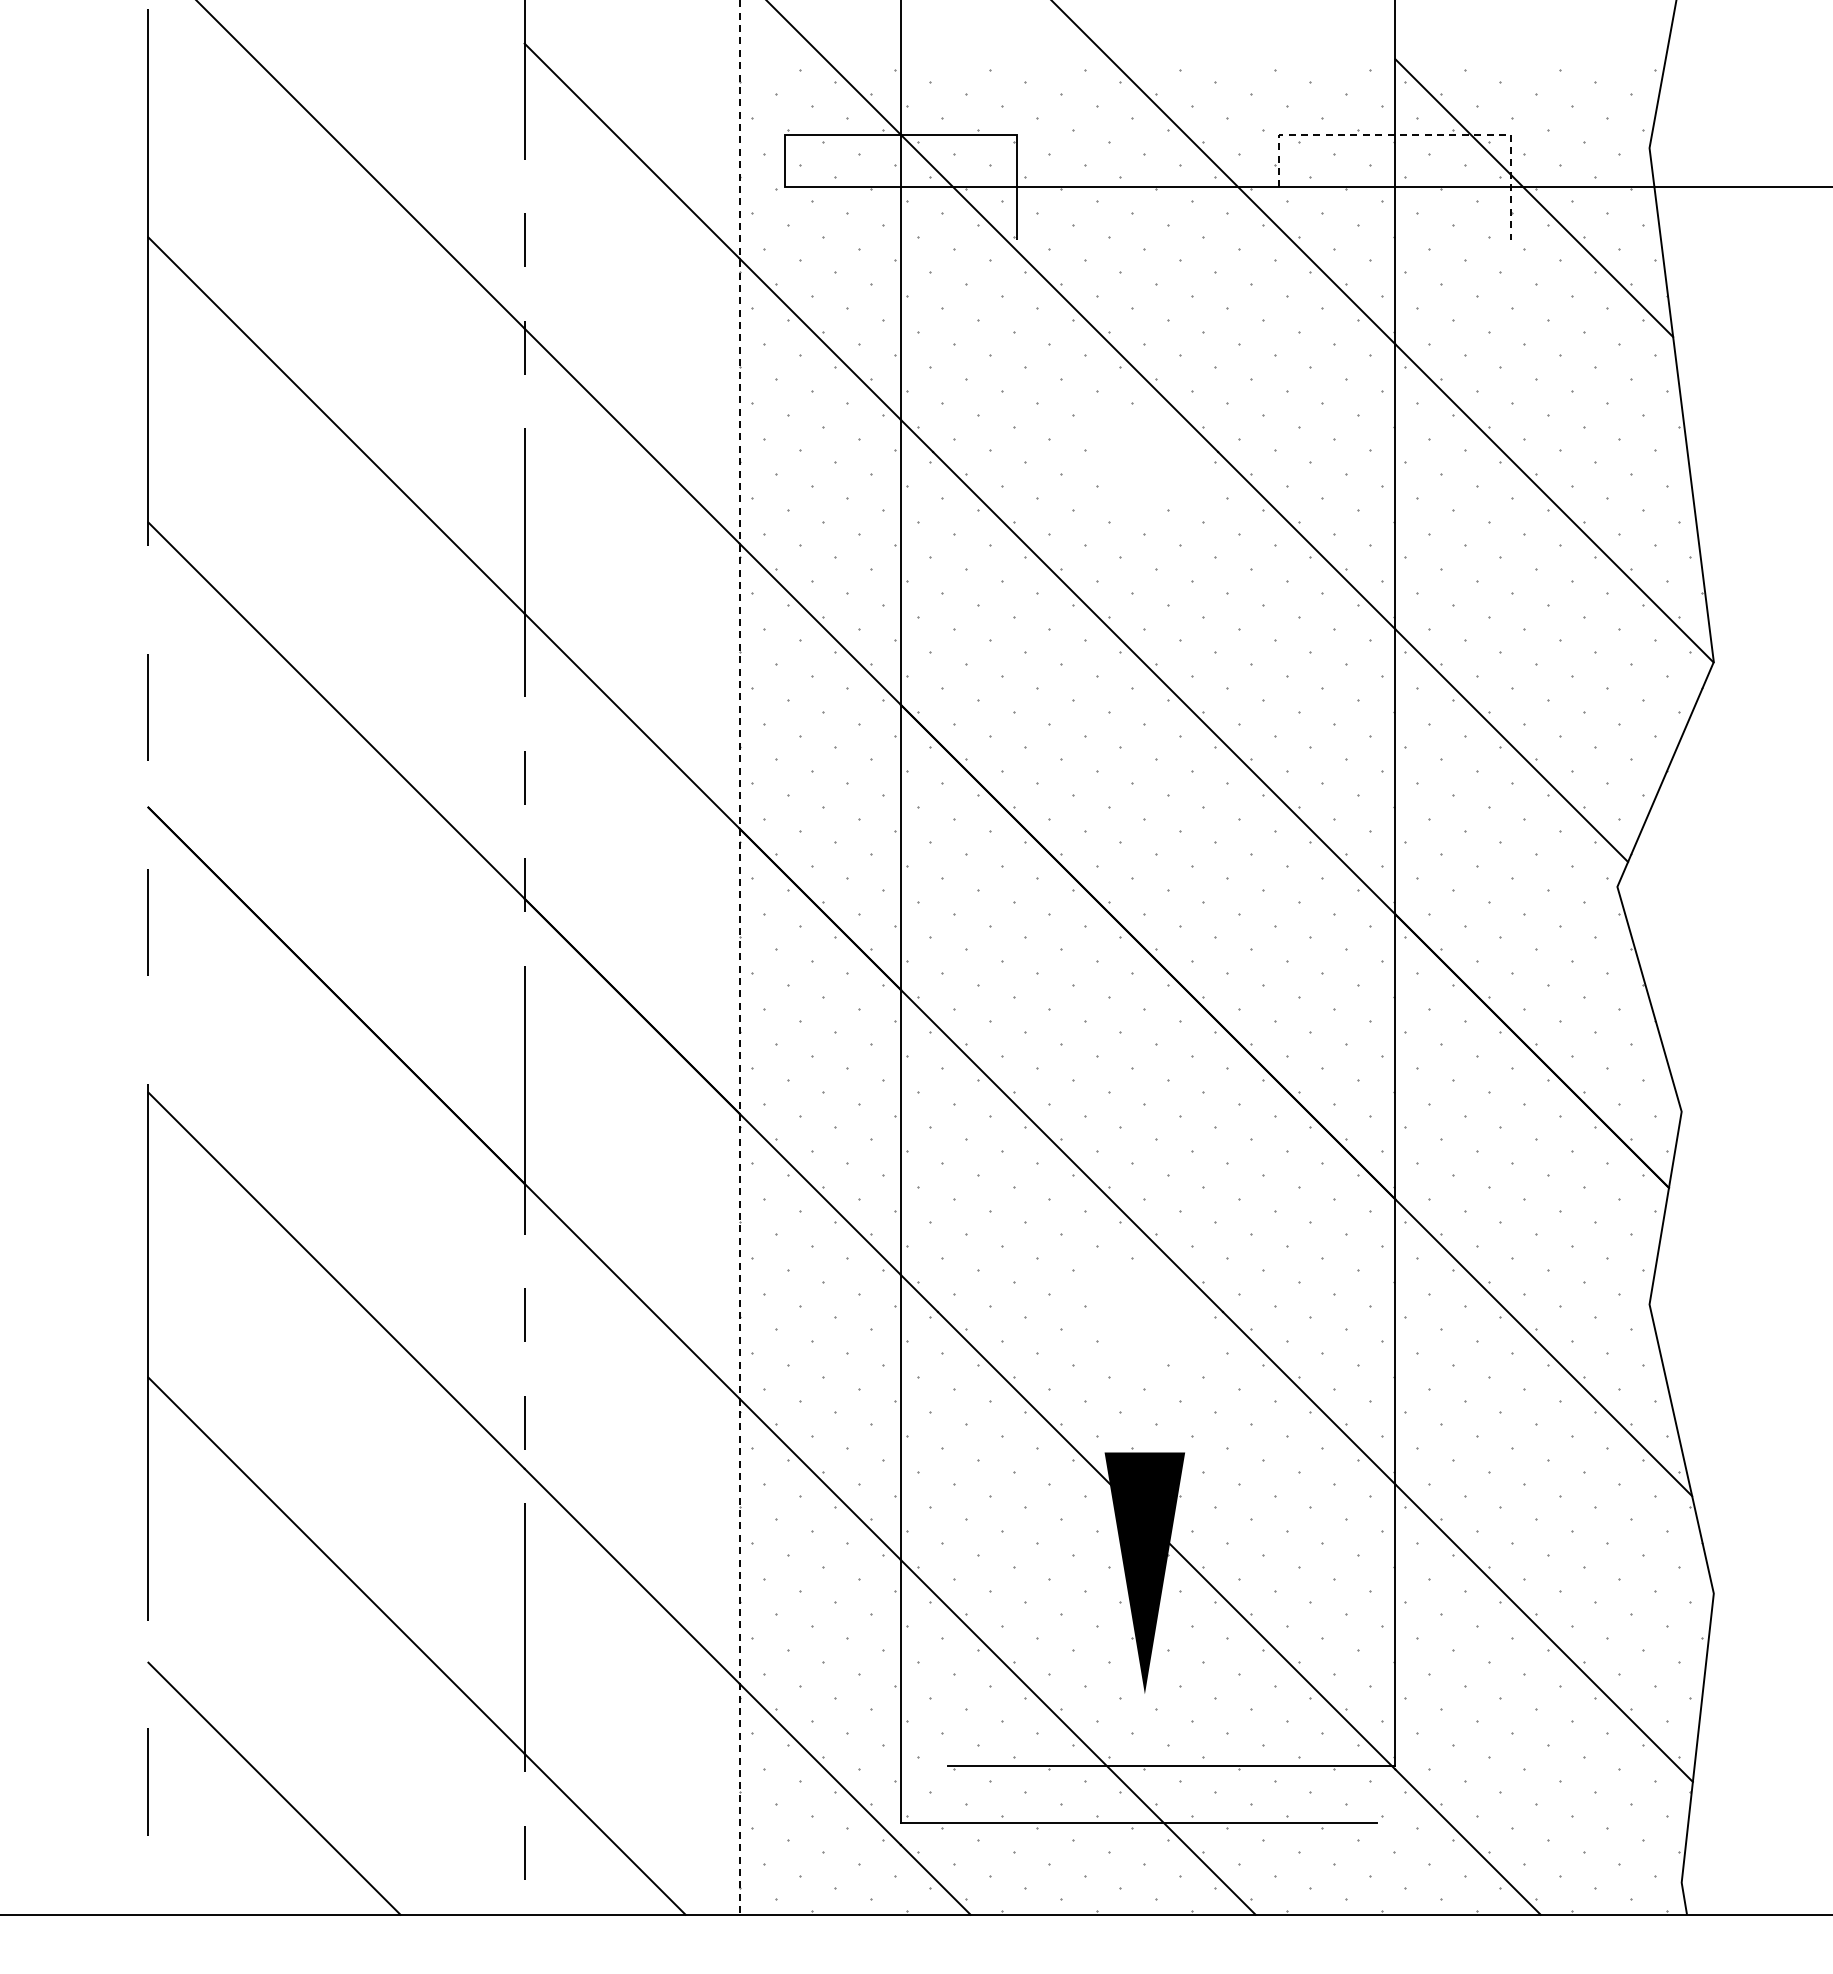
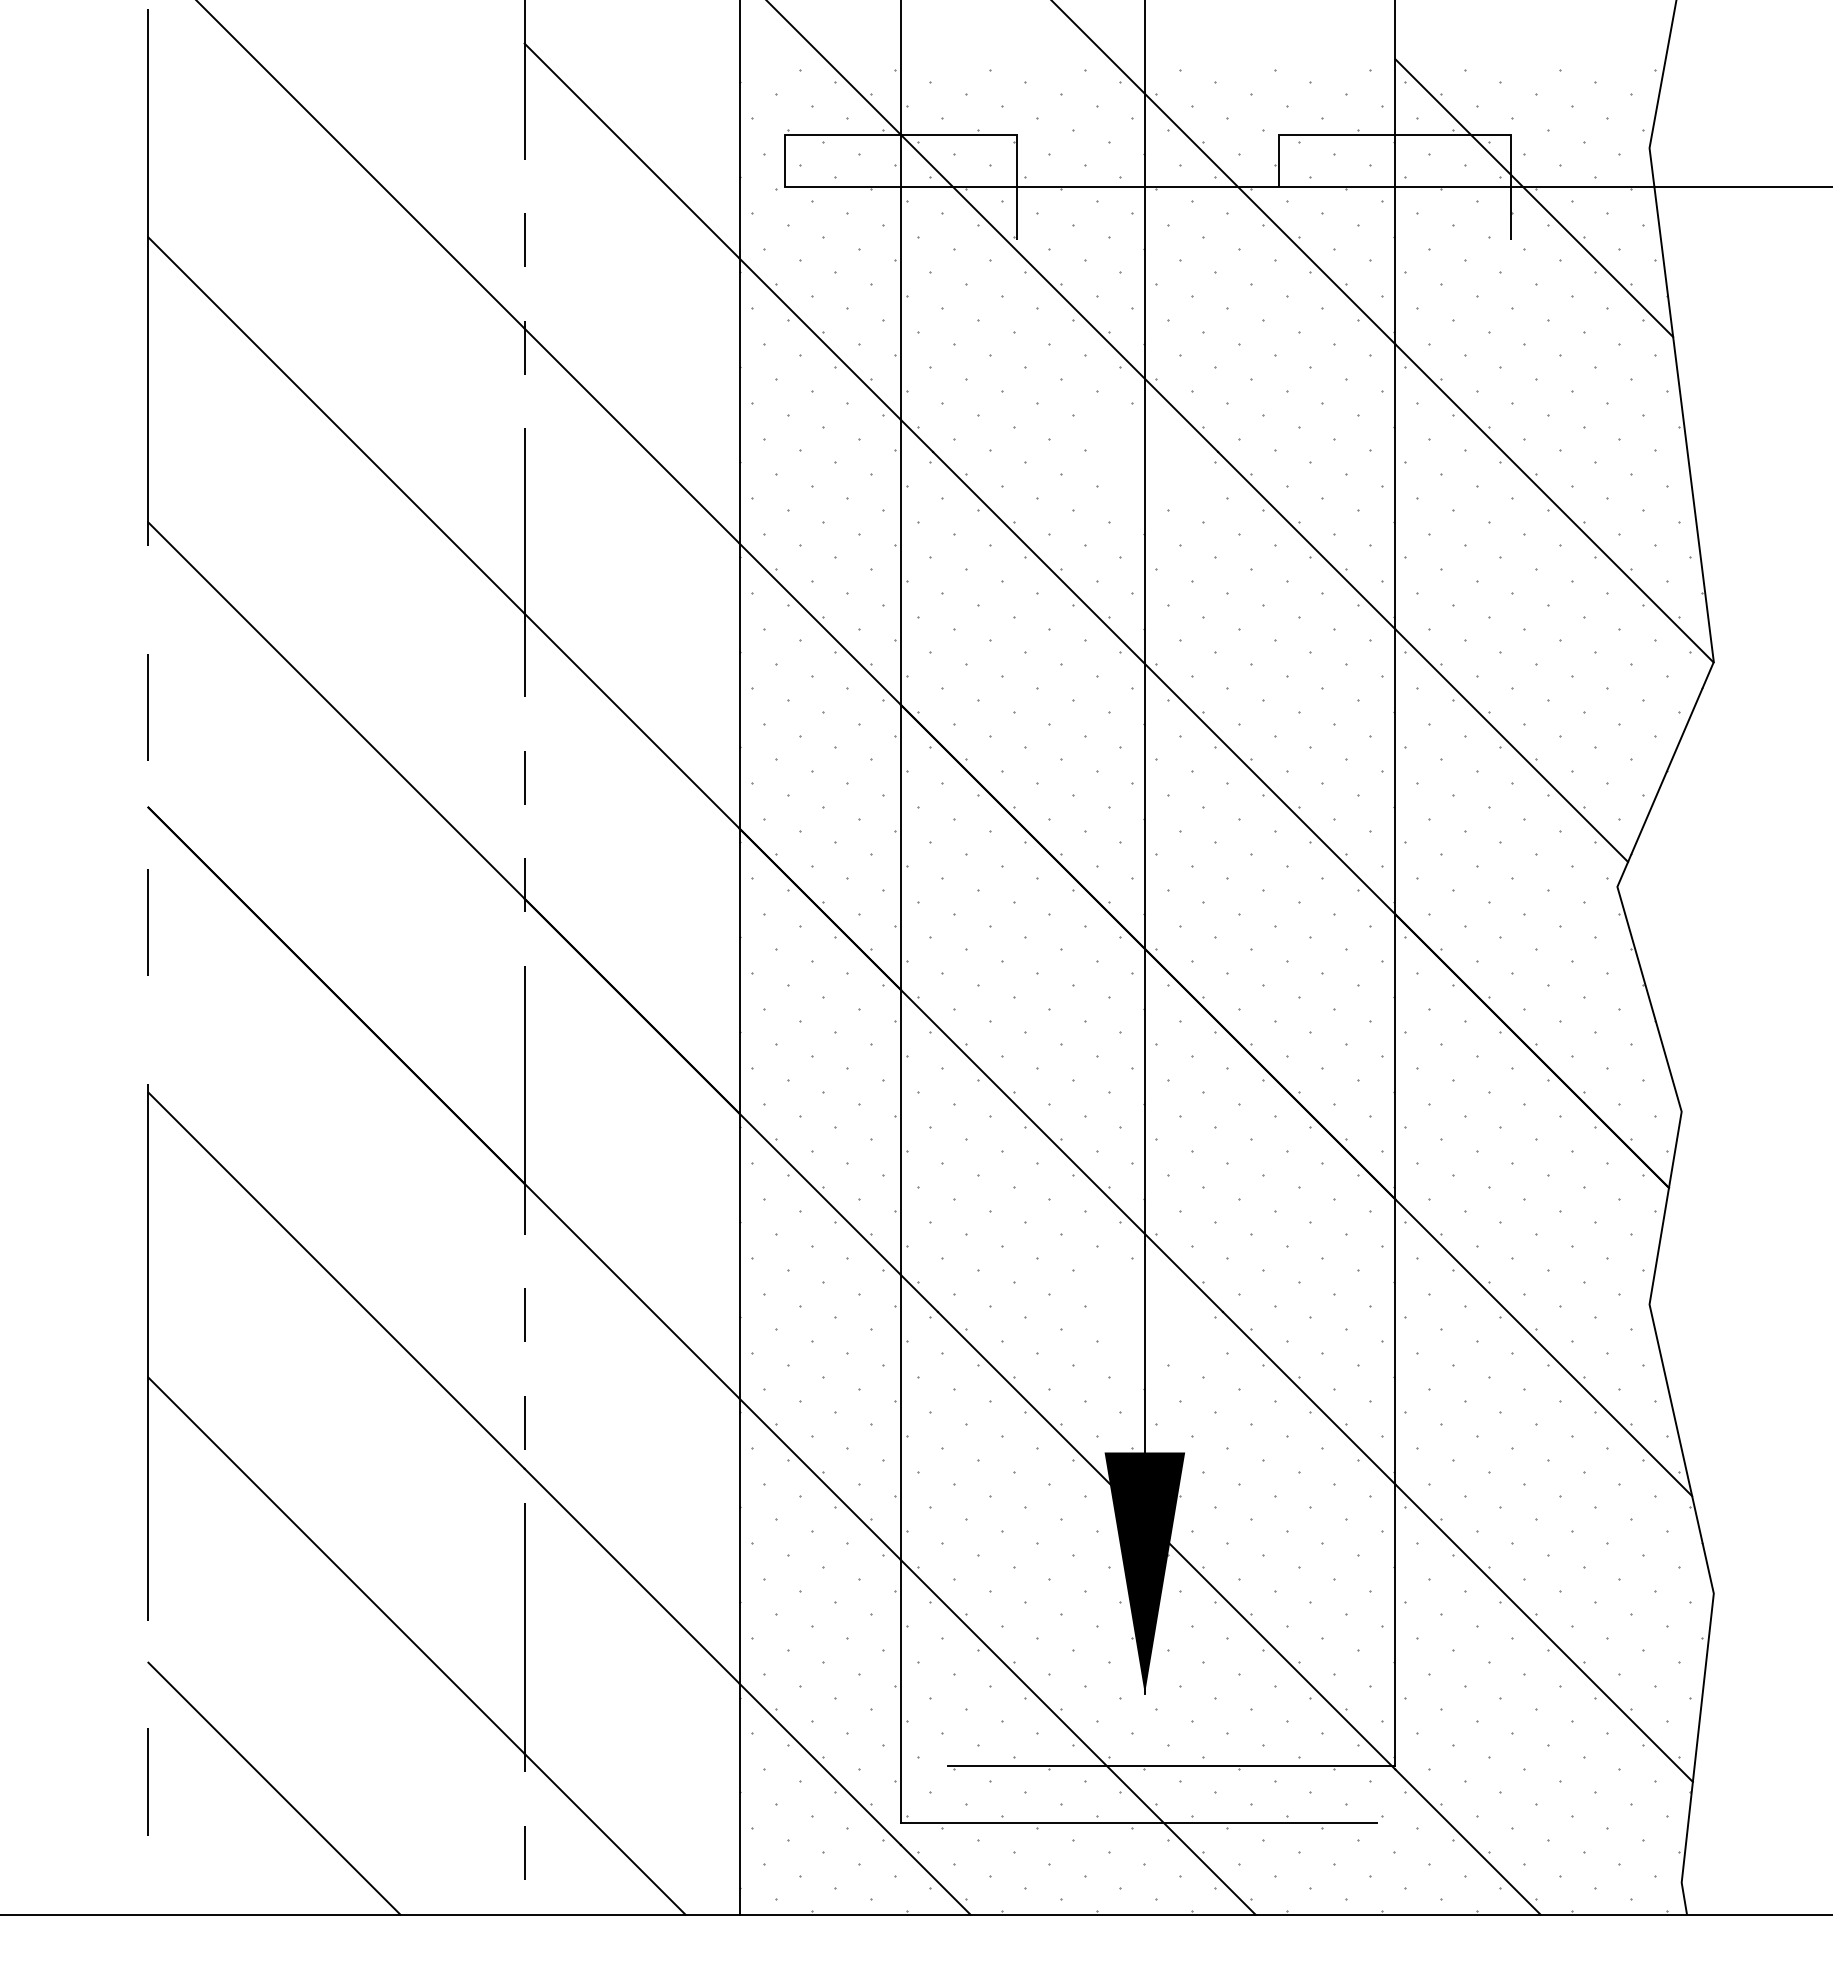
line at (1422, 134): dashed -> solid
line at (1144, 848): none -> present
line at (739, 957): dashed -> solid
